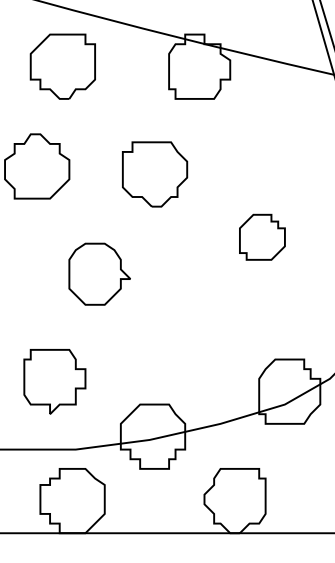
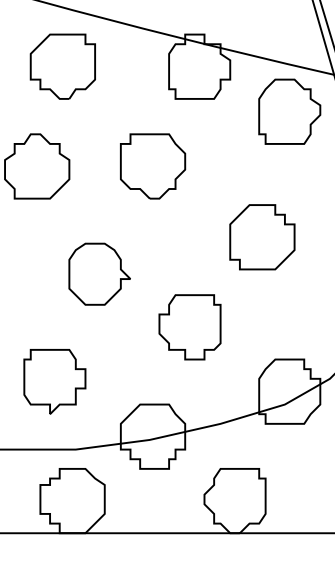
part at (289, 111): none -> present
part at (155, 174) position: (155, 174) -> (153, 166)
part at (262, 236) size: 47x48 px -> 67x67 px
part at (189, 327): none -> present
